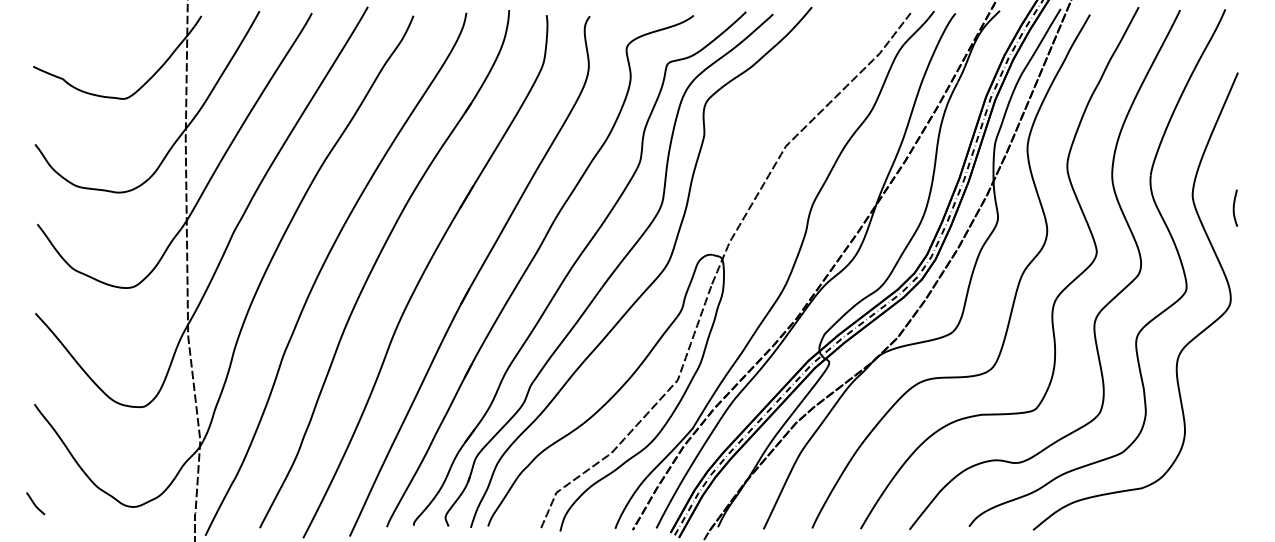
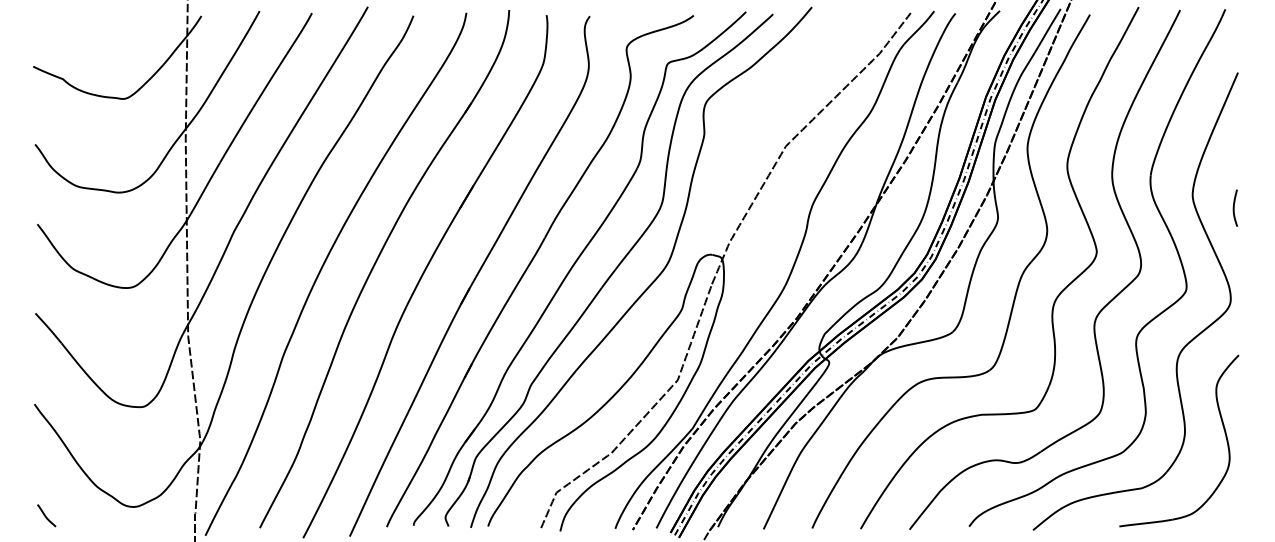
part at (1222, 426): none -> present
curve at (34, 503) position: (34, 503) -> (45, 515)
